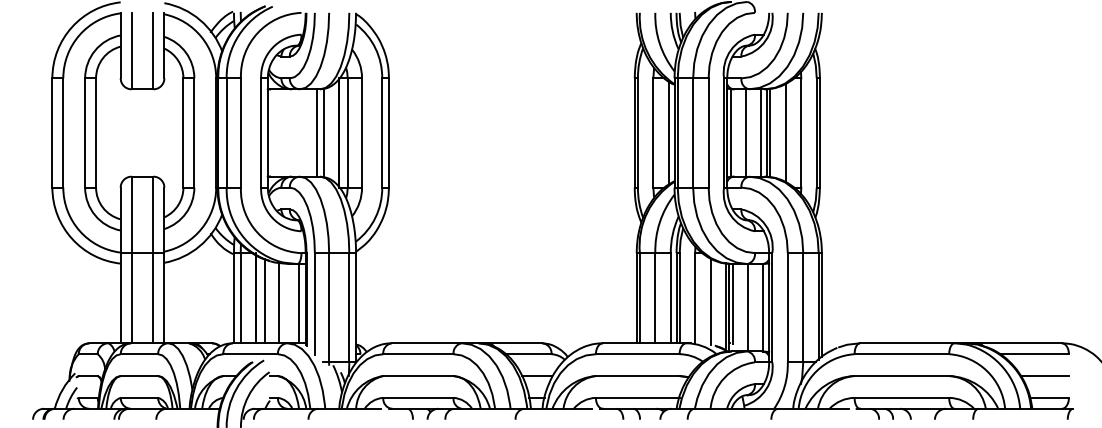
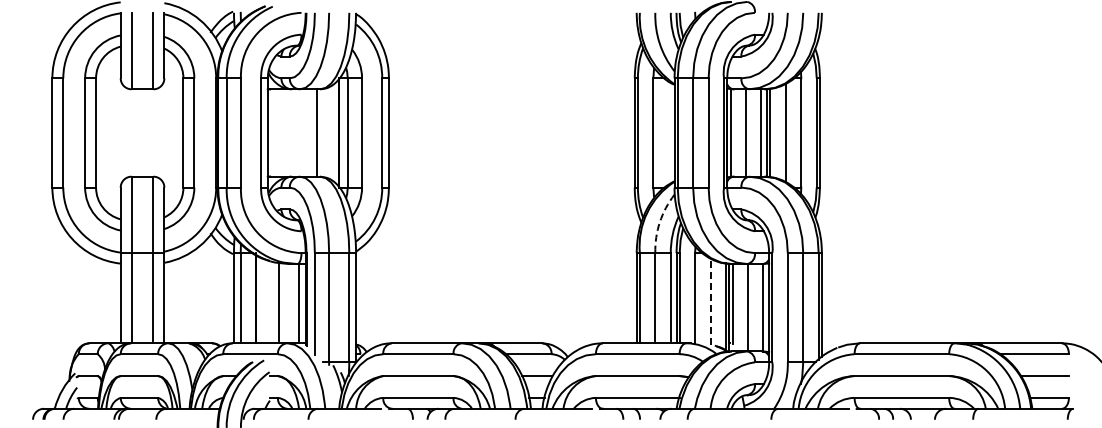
line at (323, 132): present -> none
line at (668, 132): present -> none
arc at (659, 222): solid -> dashed
line at (264, 301): present -> none
line at (710, 301): solid -> dashed
